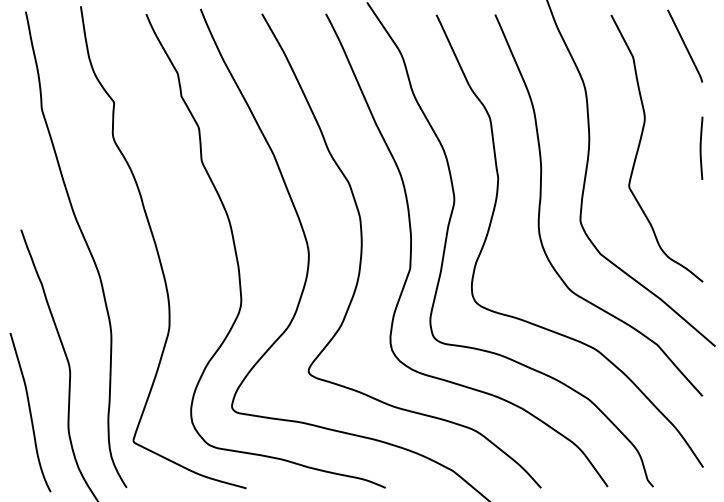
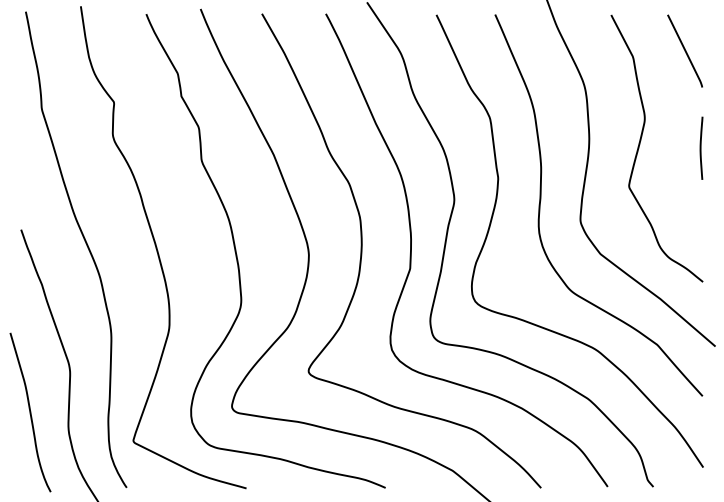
line at (684, 45) position: (684, 45) -> (684, 50)
